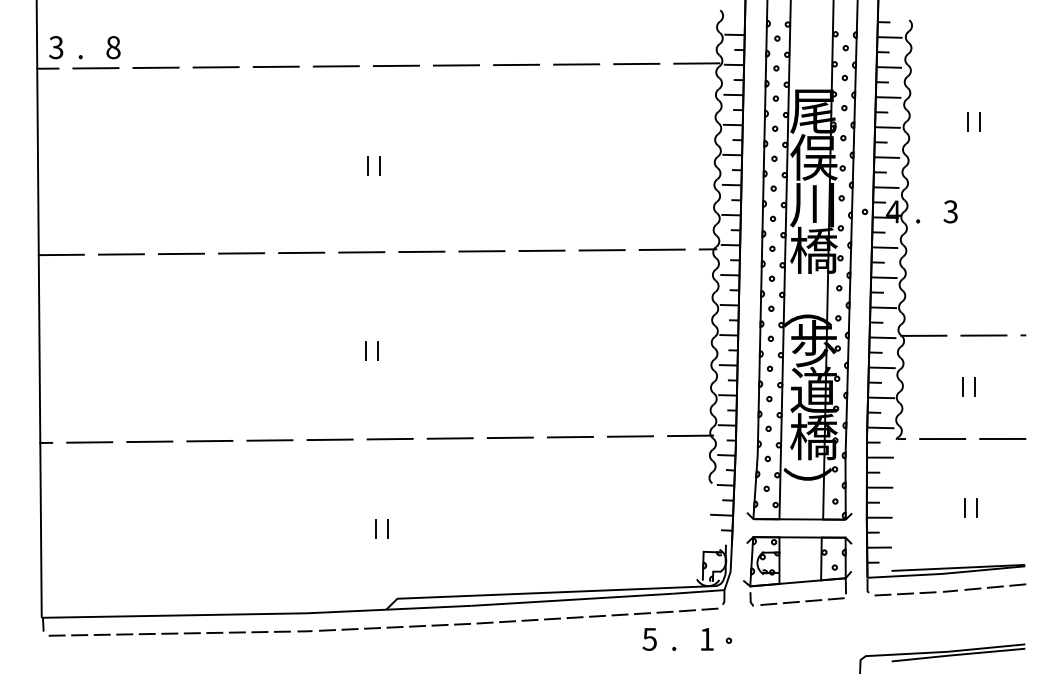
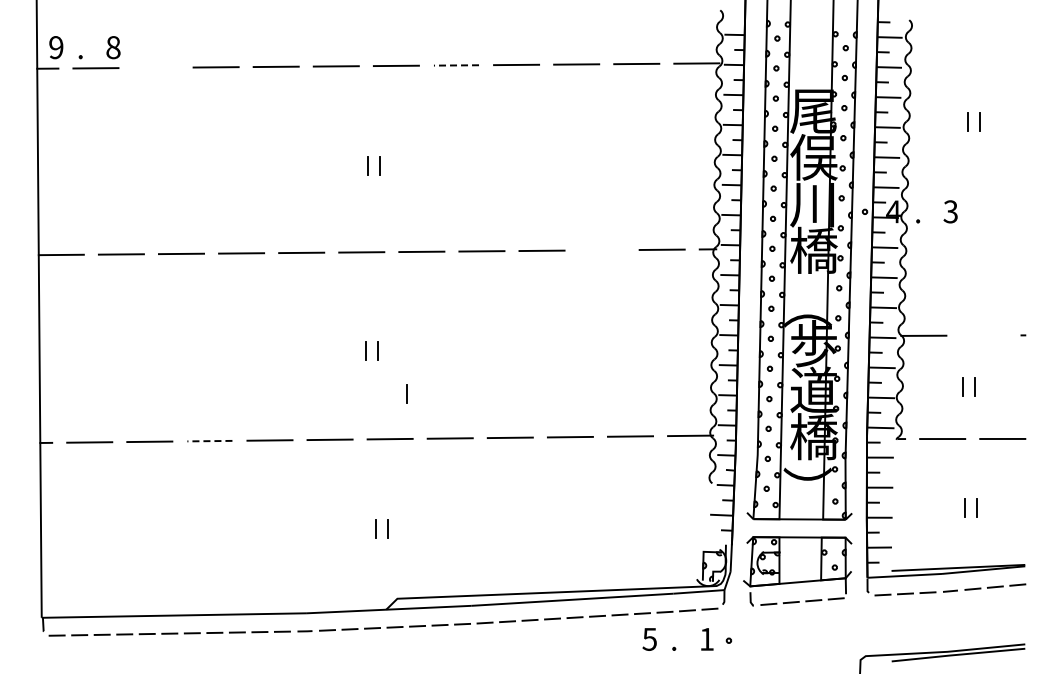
text at (56, 47): 3 -> 9
line at (456, 65): solid -> dashed
line at (155, 67): present -> none
line at (601, 250): present -> none
line at (983, 335): present -> none
line at (406, 393): none -> present
line at (209, 441): solid -> dashed
